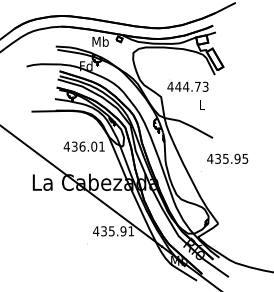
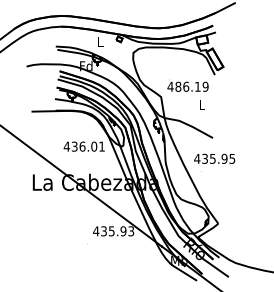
text at (100, 41): Mb -> L
text at (191, 86): 444.73 -> 486.19
text at (227, 158) position: (227, 158) -> (214, 158)
text at (131, 231): 435.91 -> 435.93
